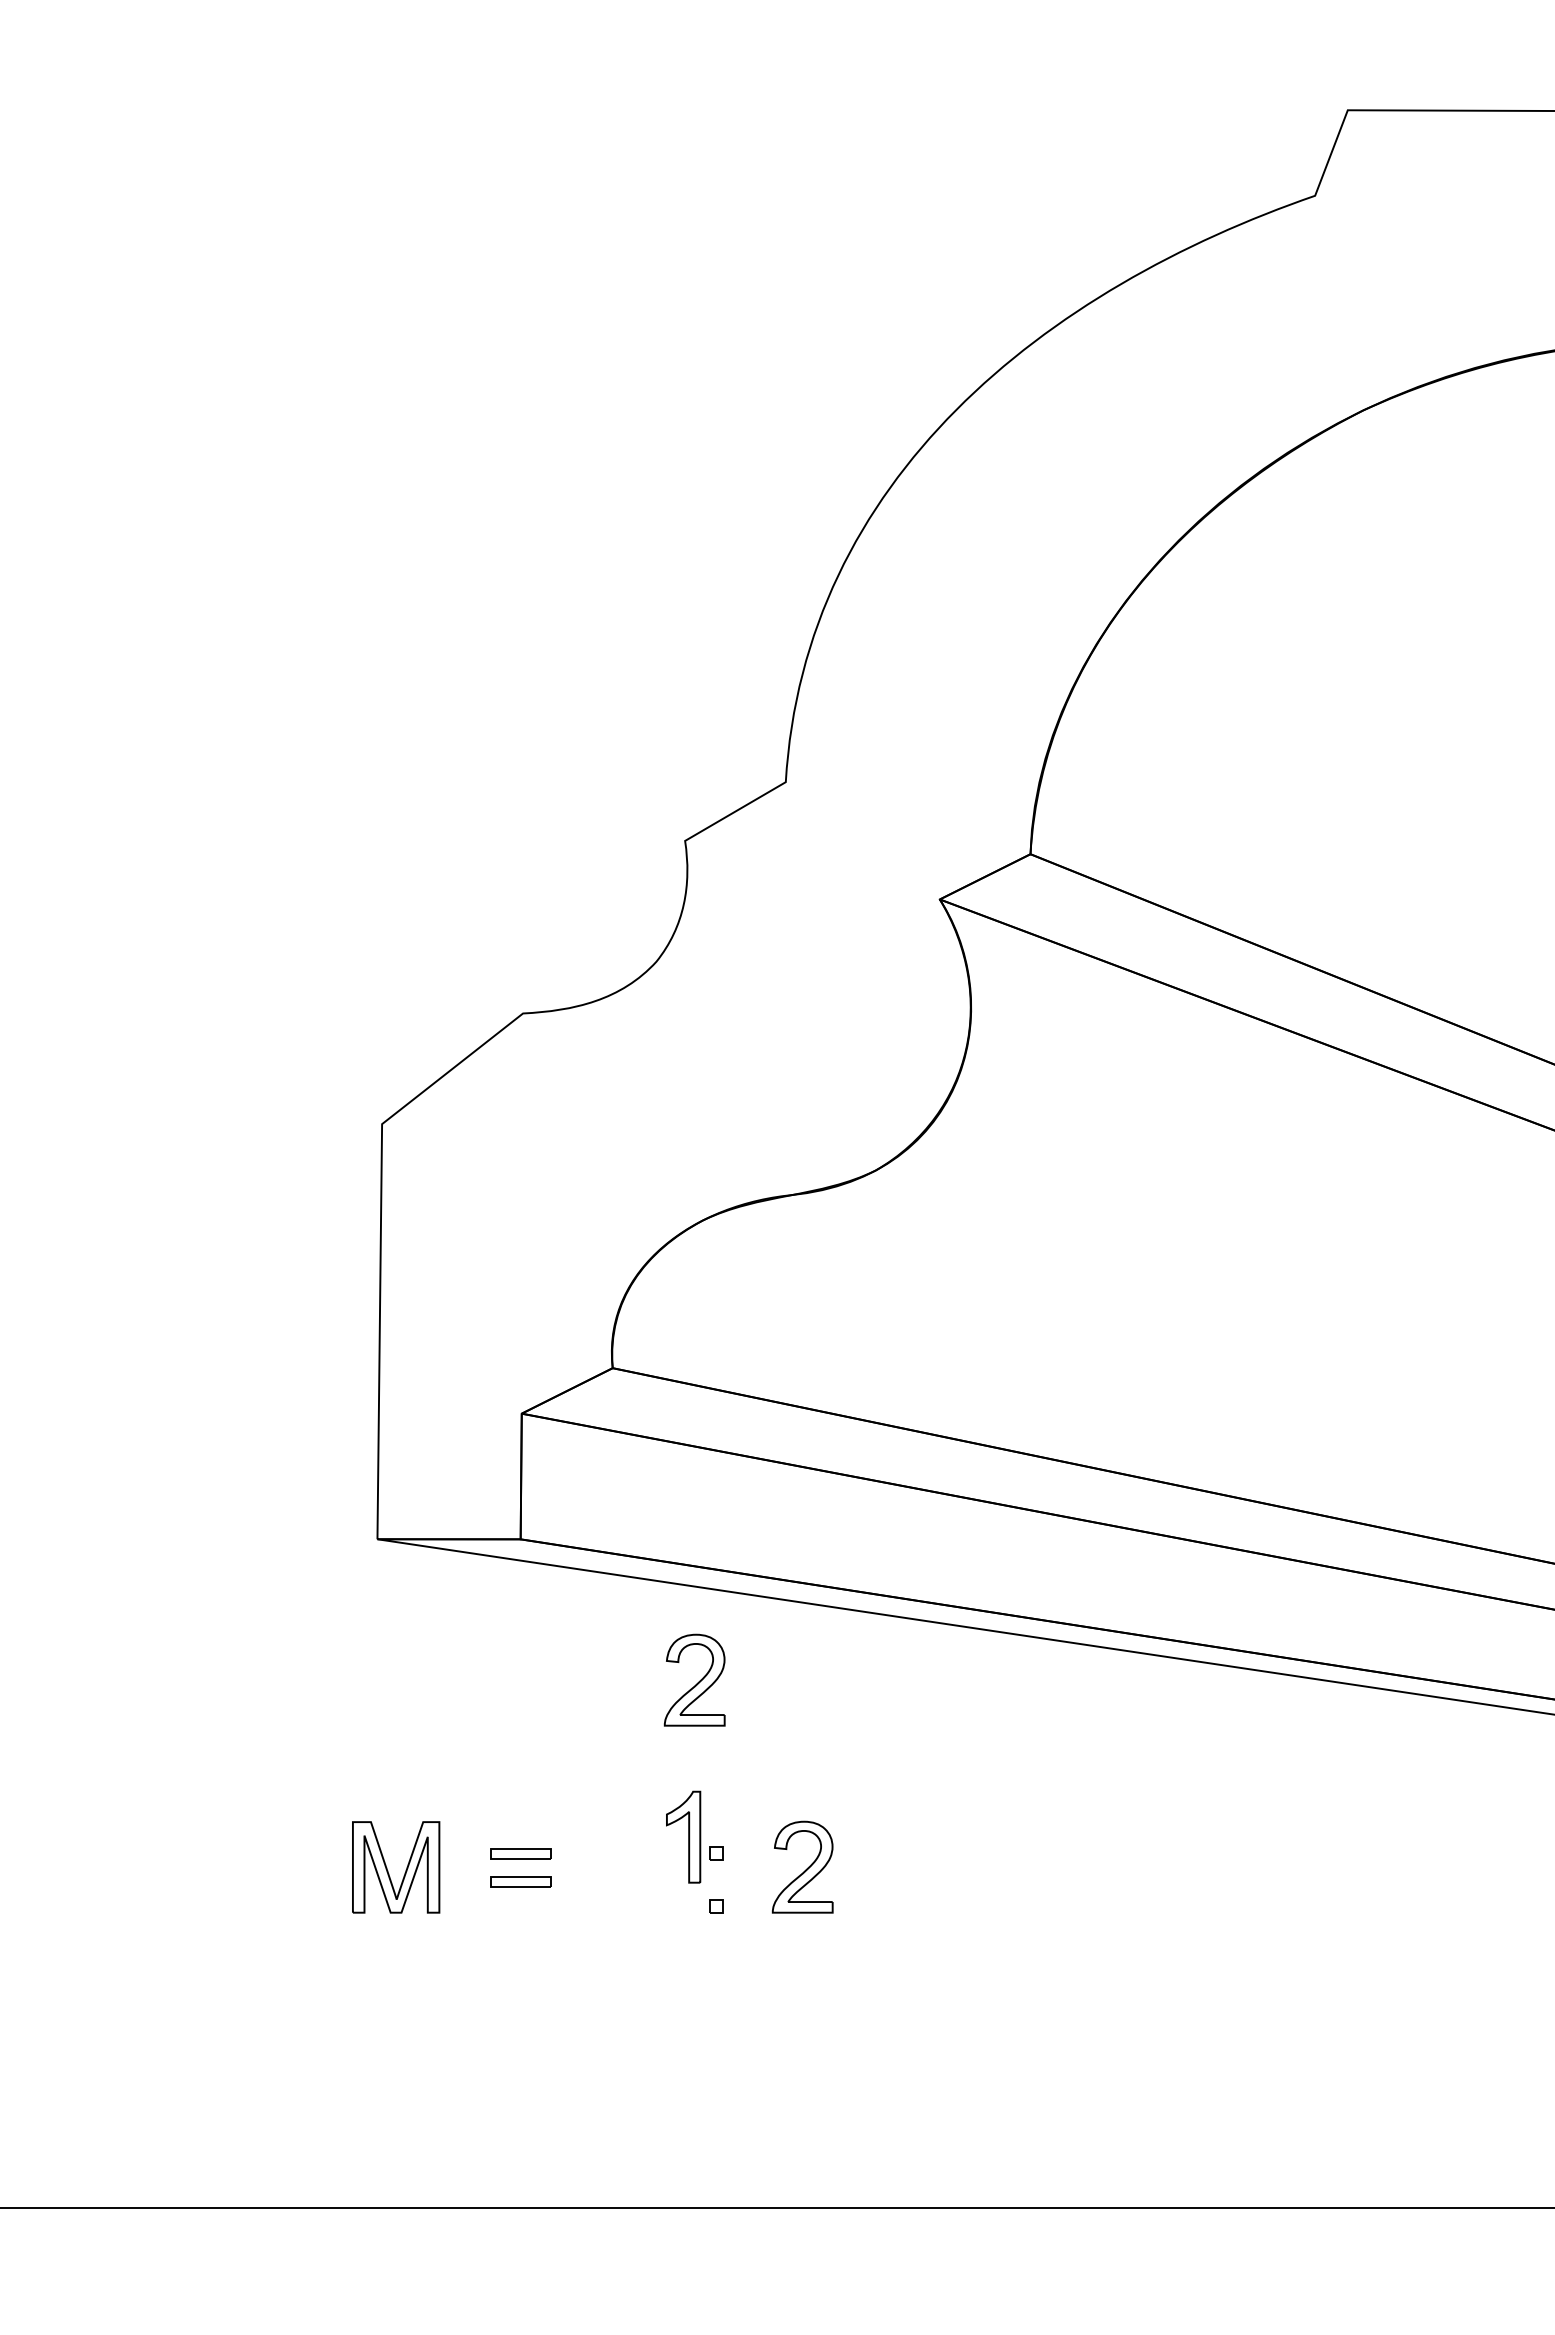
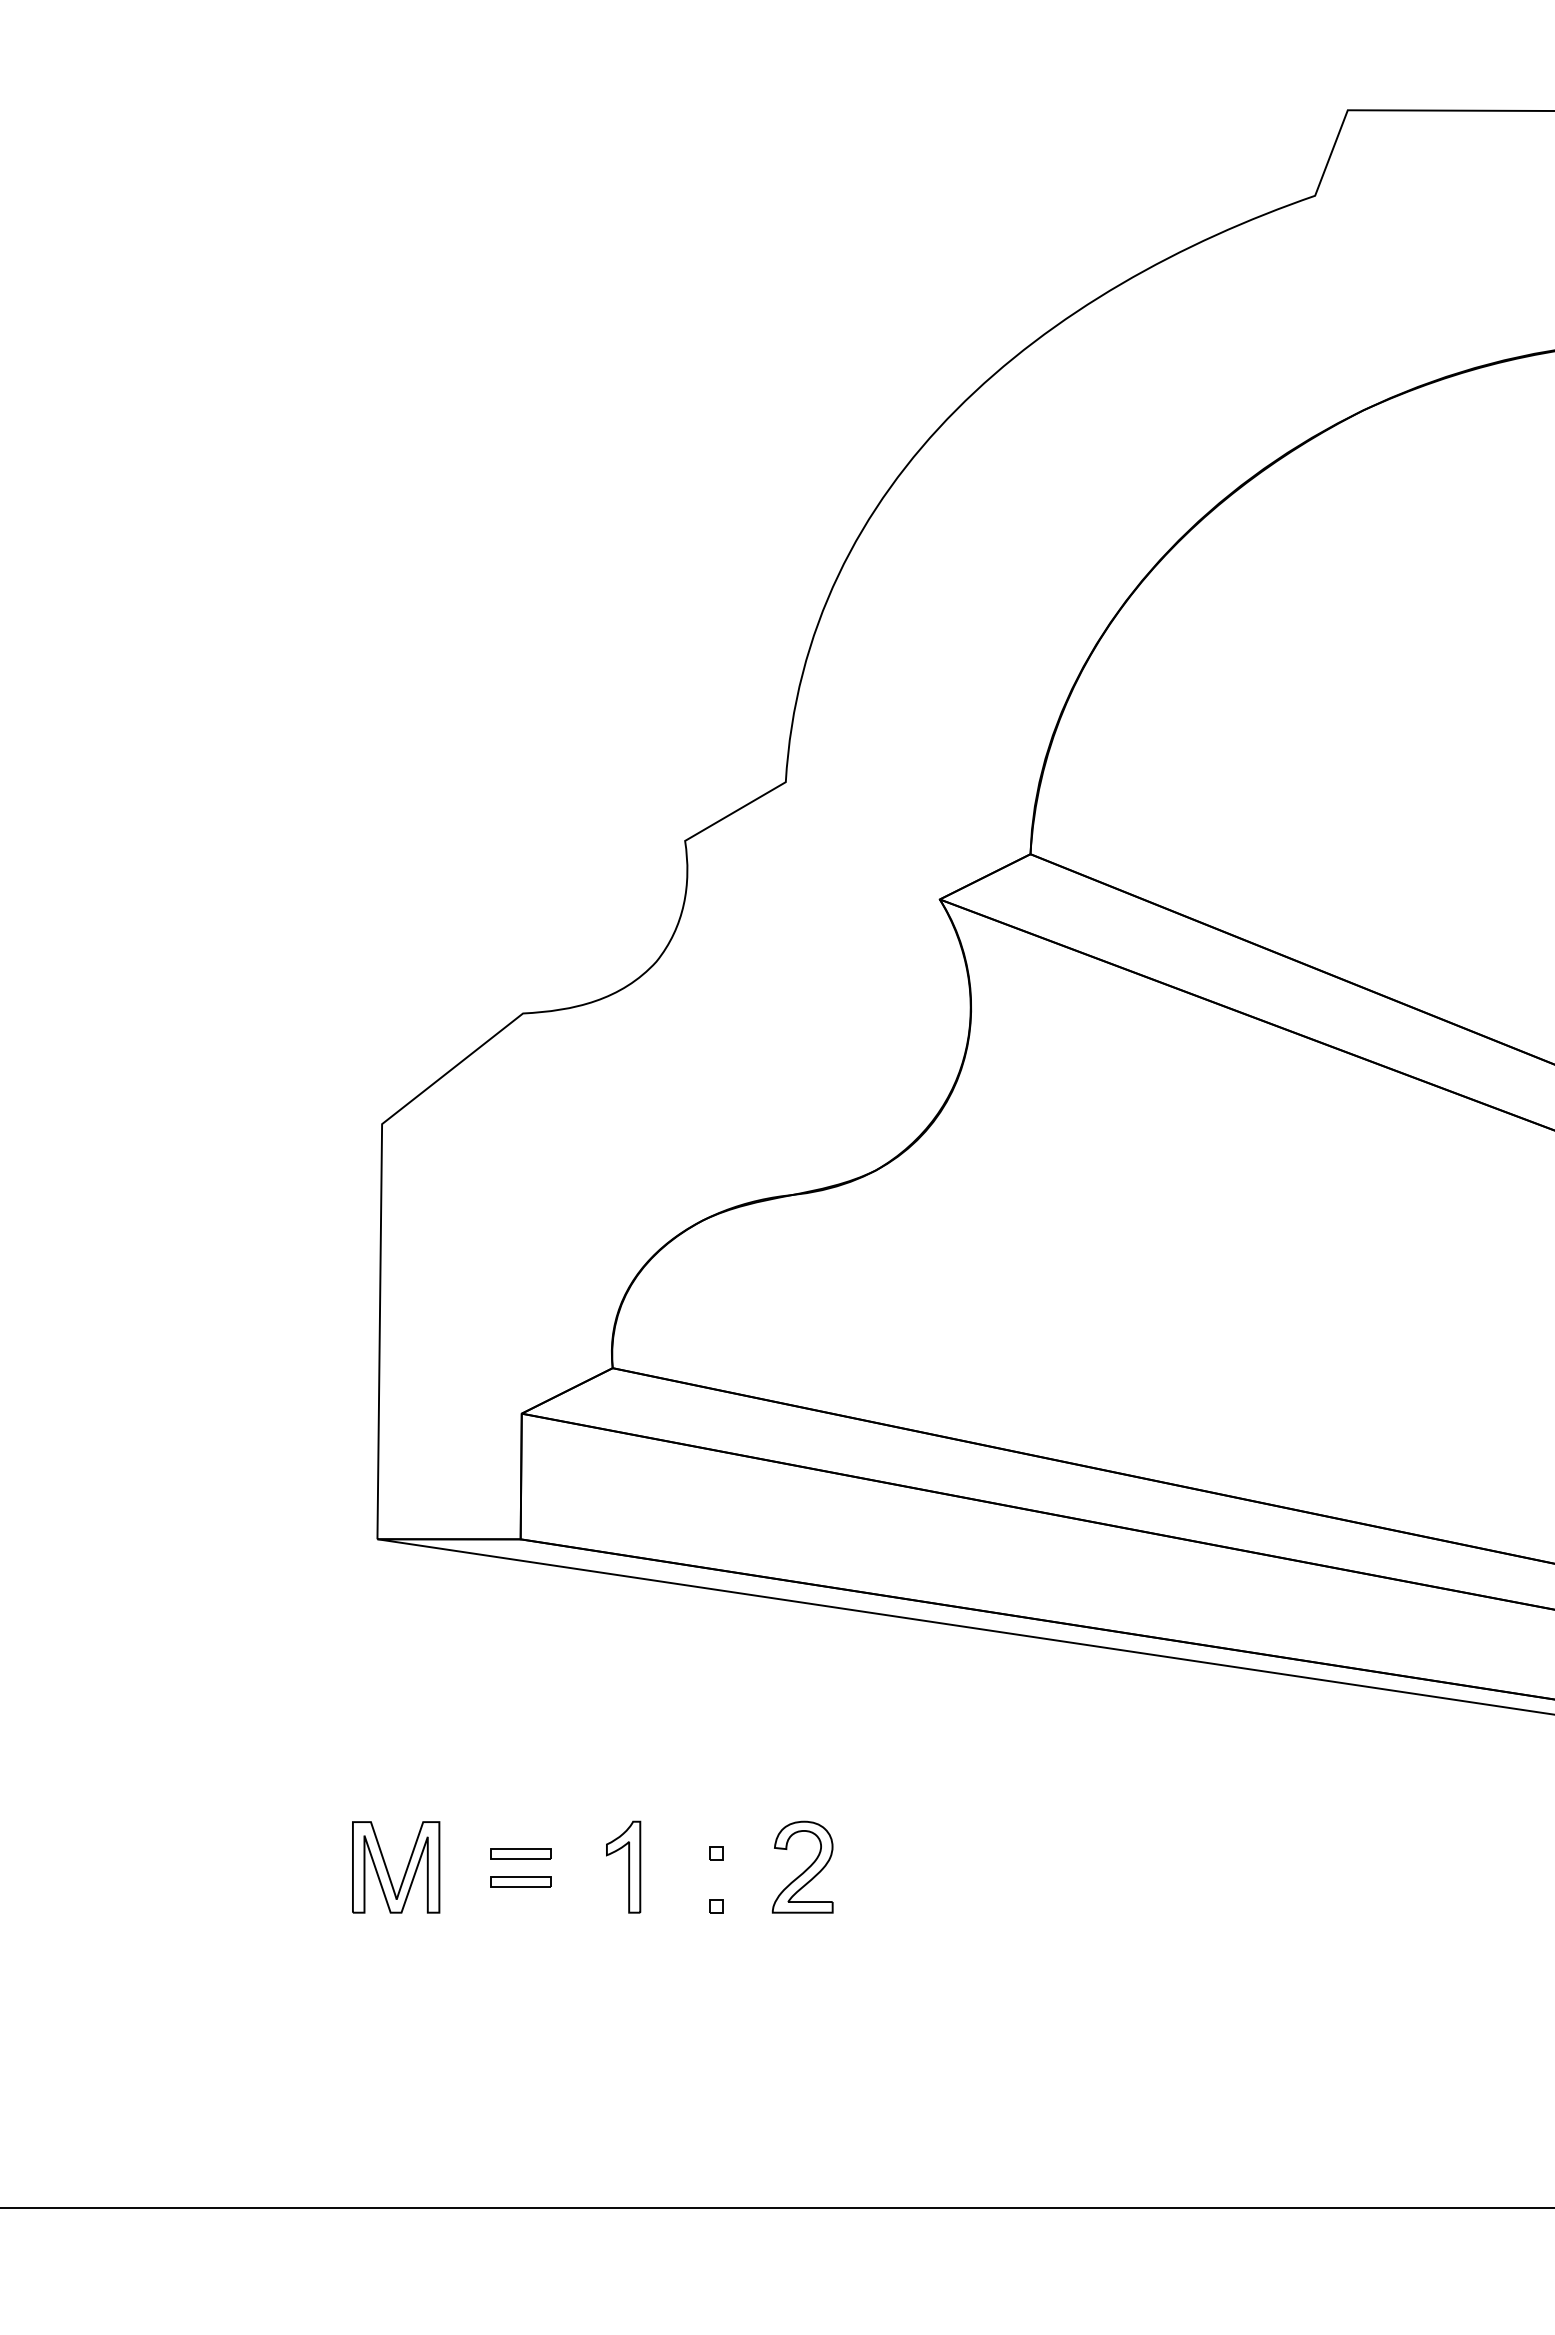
part at (694, 1679): present -> none
part at (683, 1836) position: (683, 1836) -> (623, 1866)
